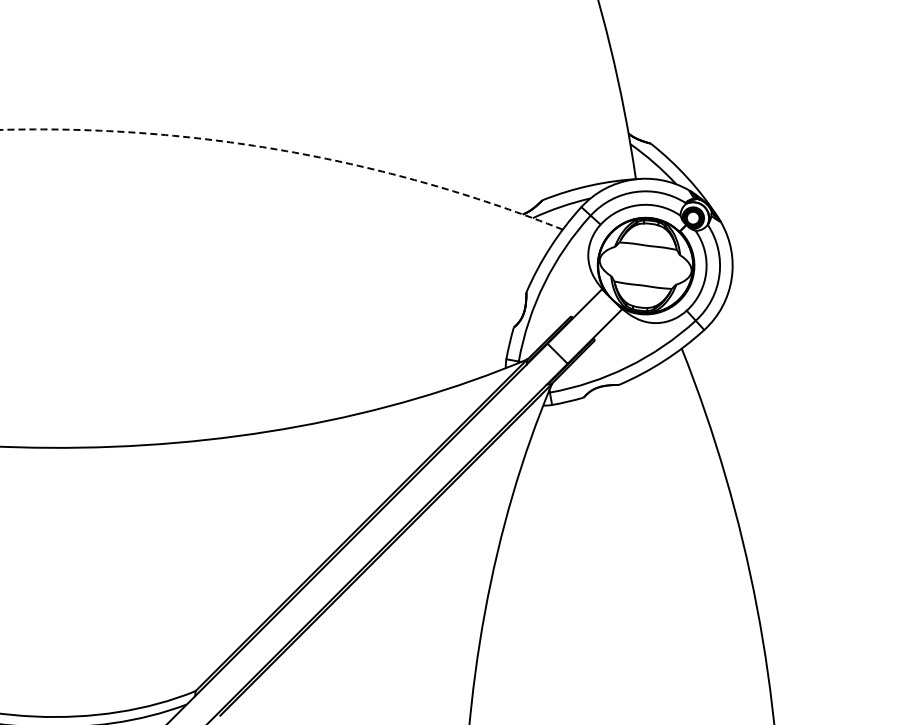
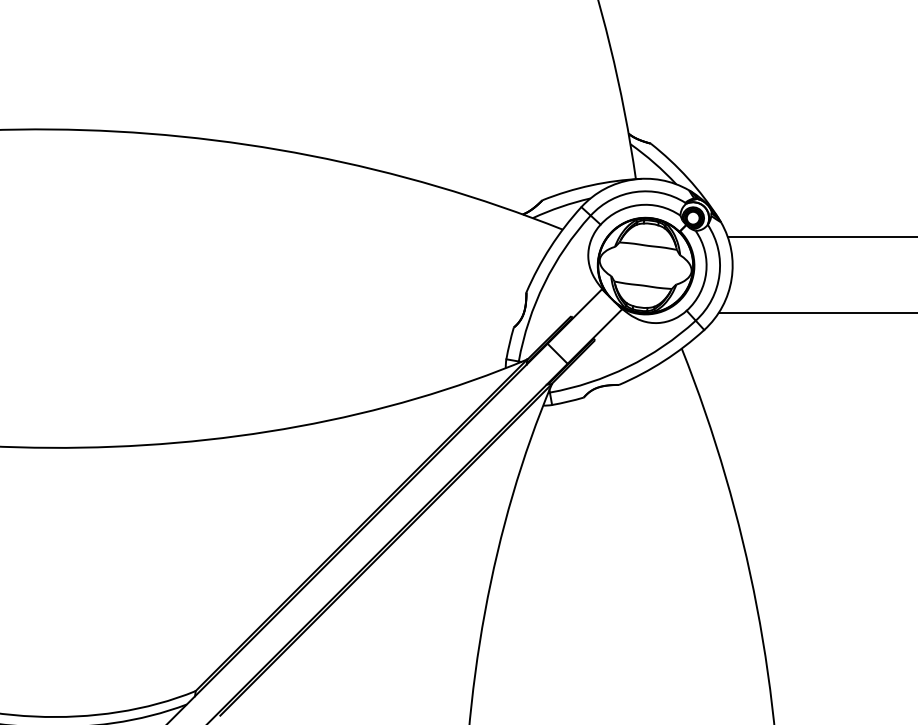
arc at (285, 151): dashed -> solid
line at (820, 236): none -> present
line at (816, 312): none -> present
